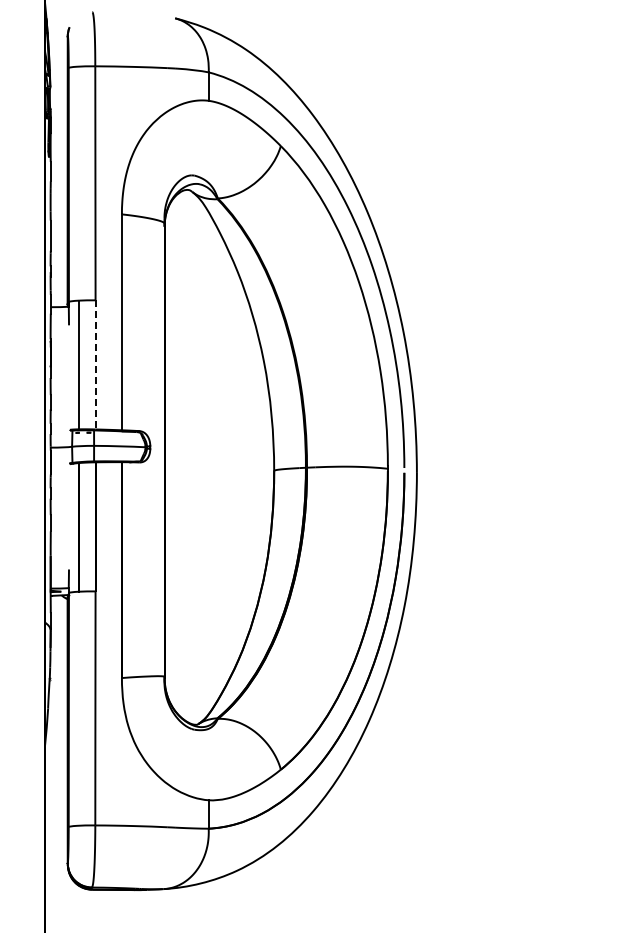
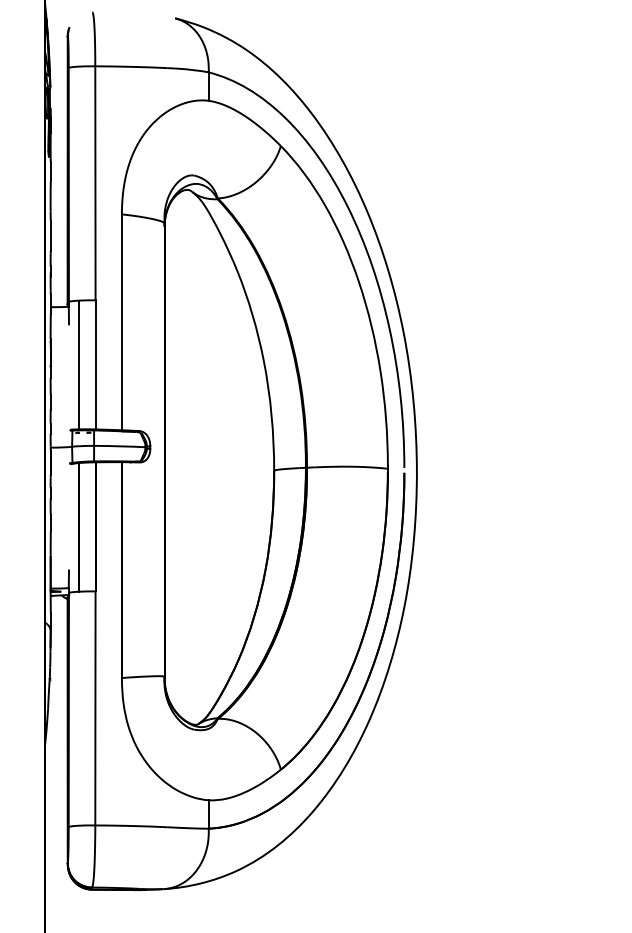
line at (95, 364): dashed -> solid
